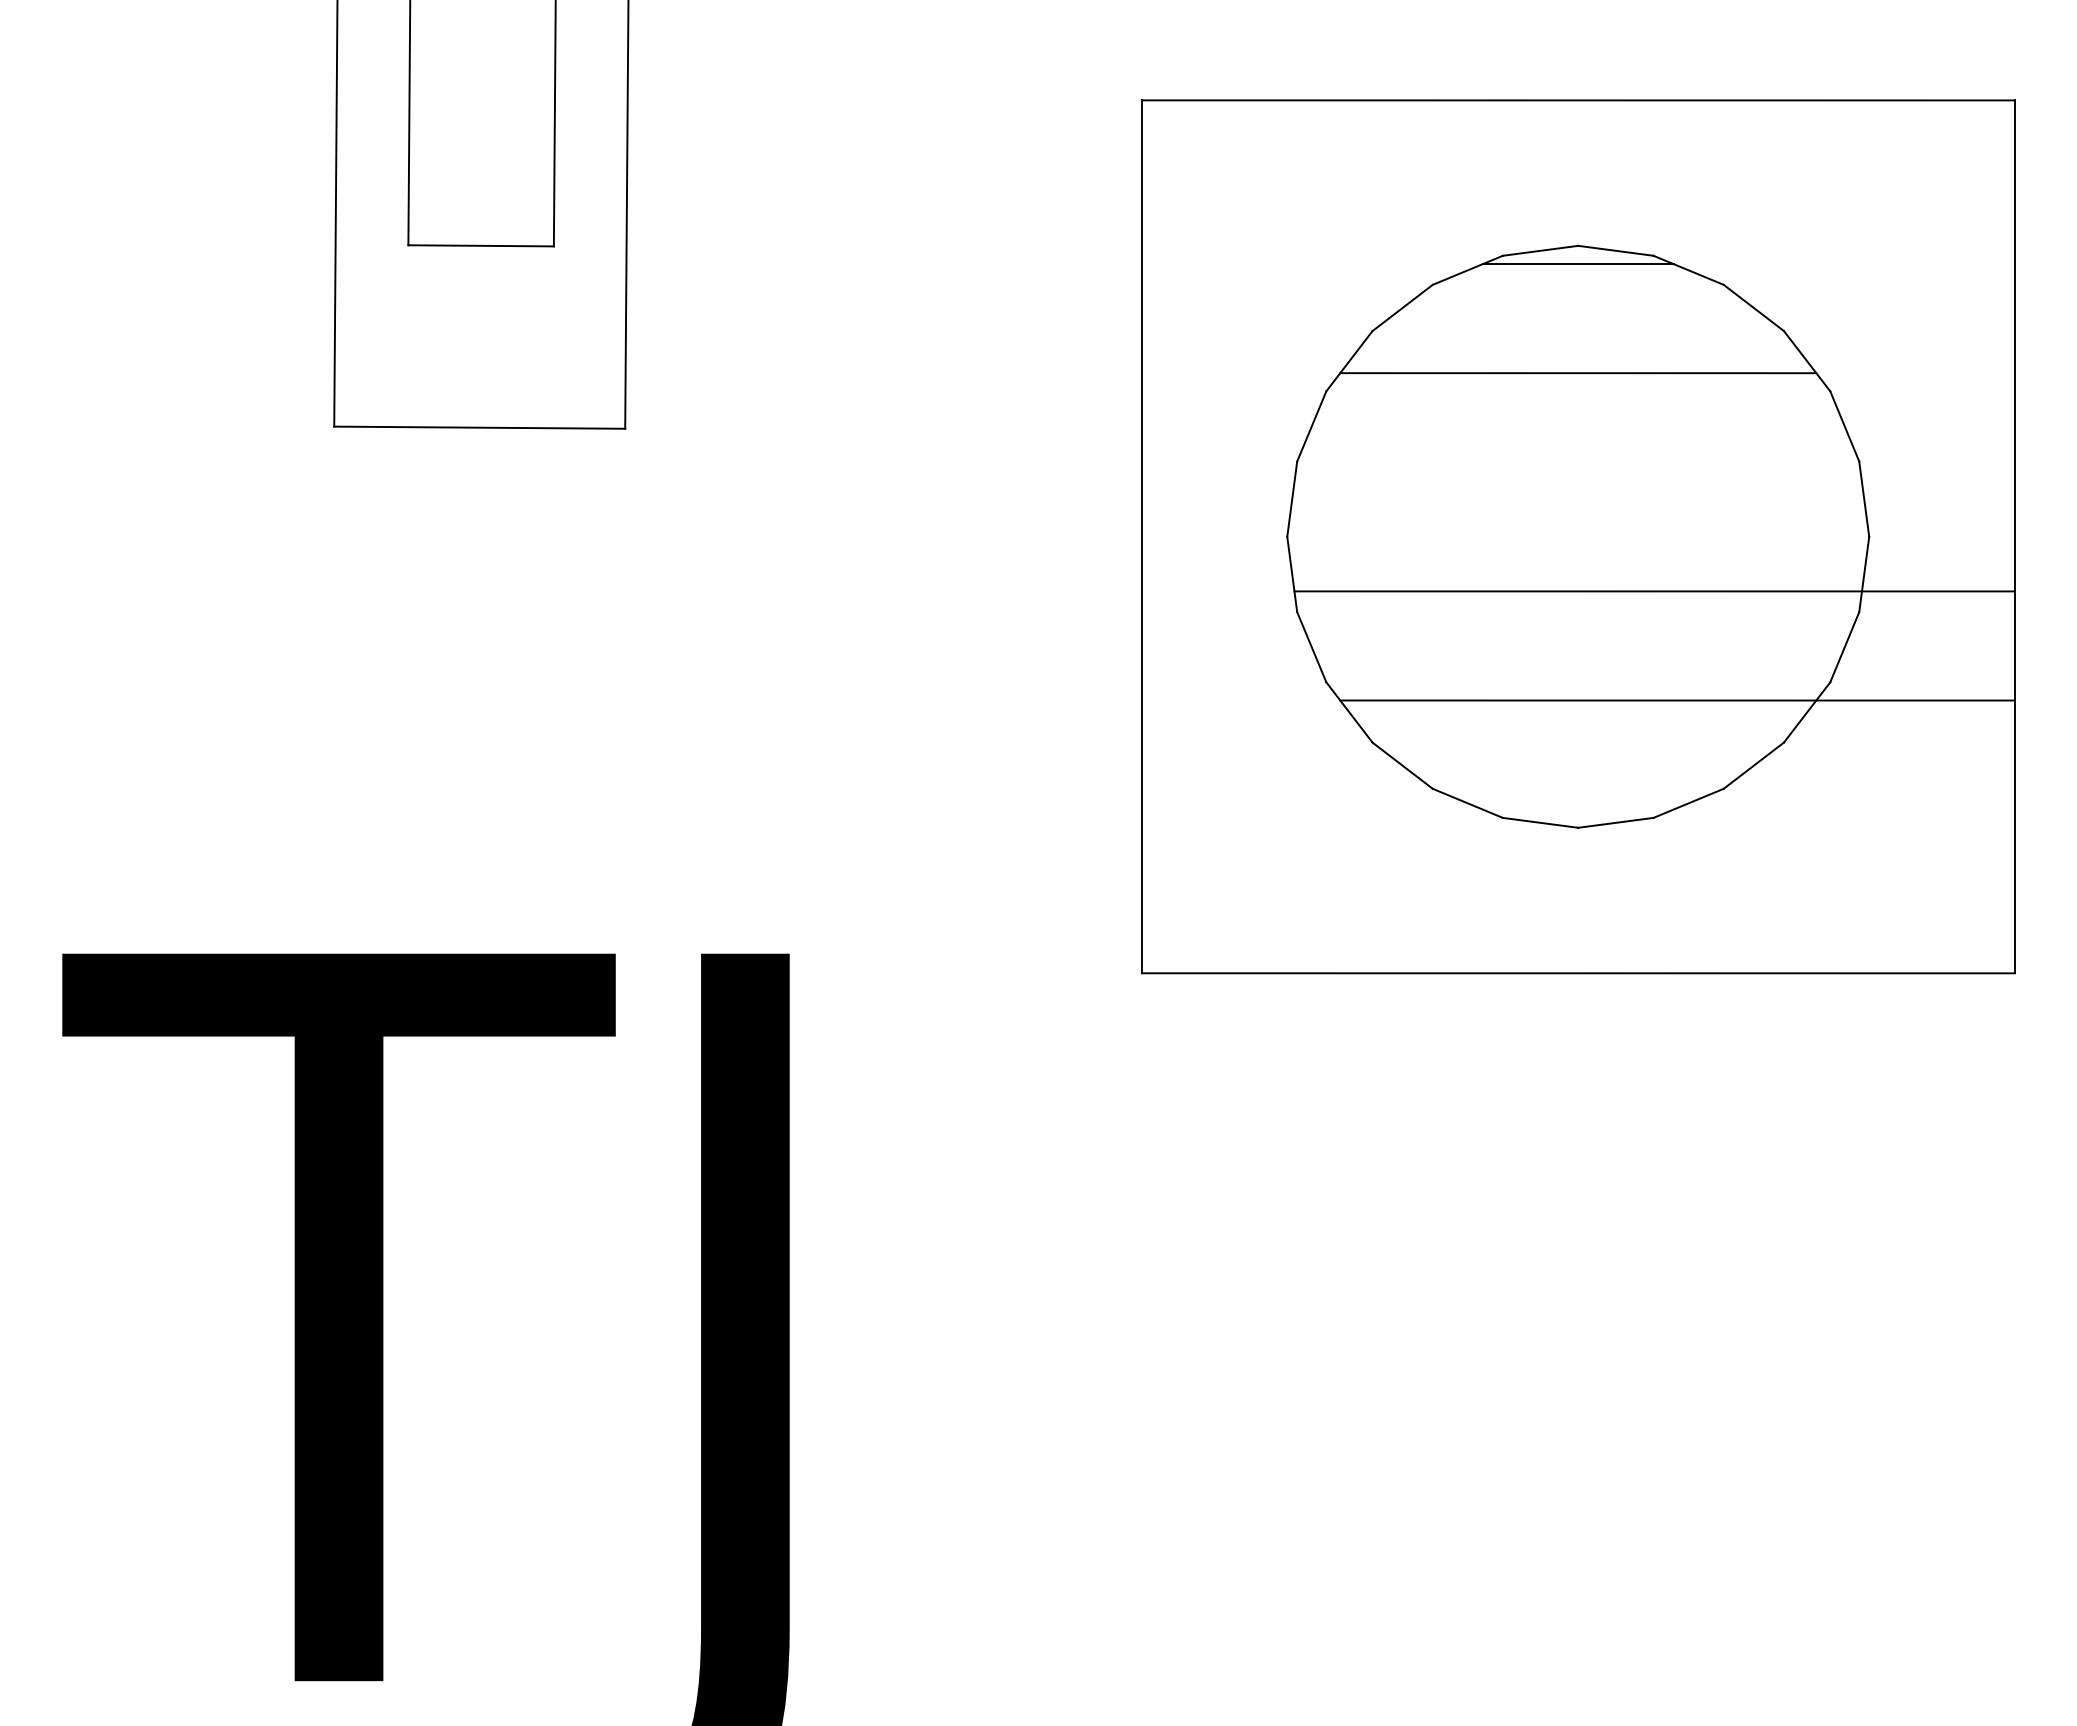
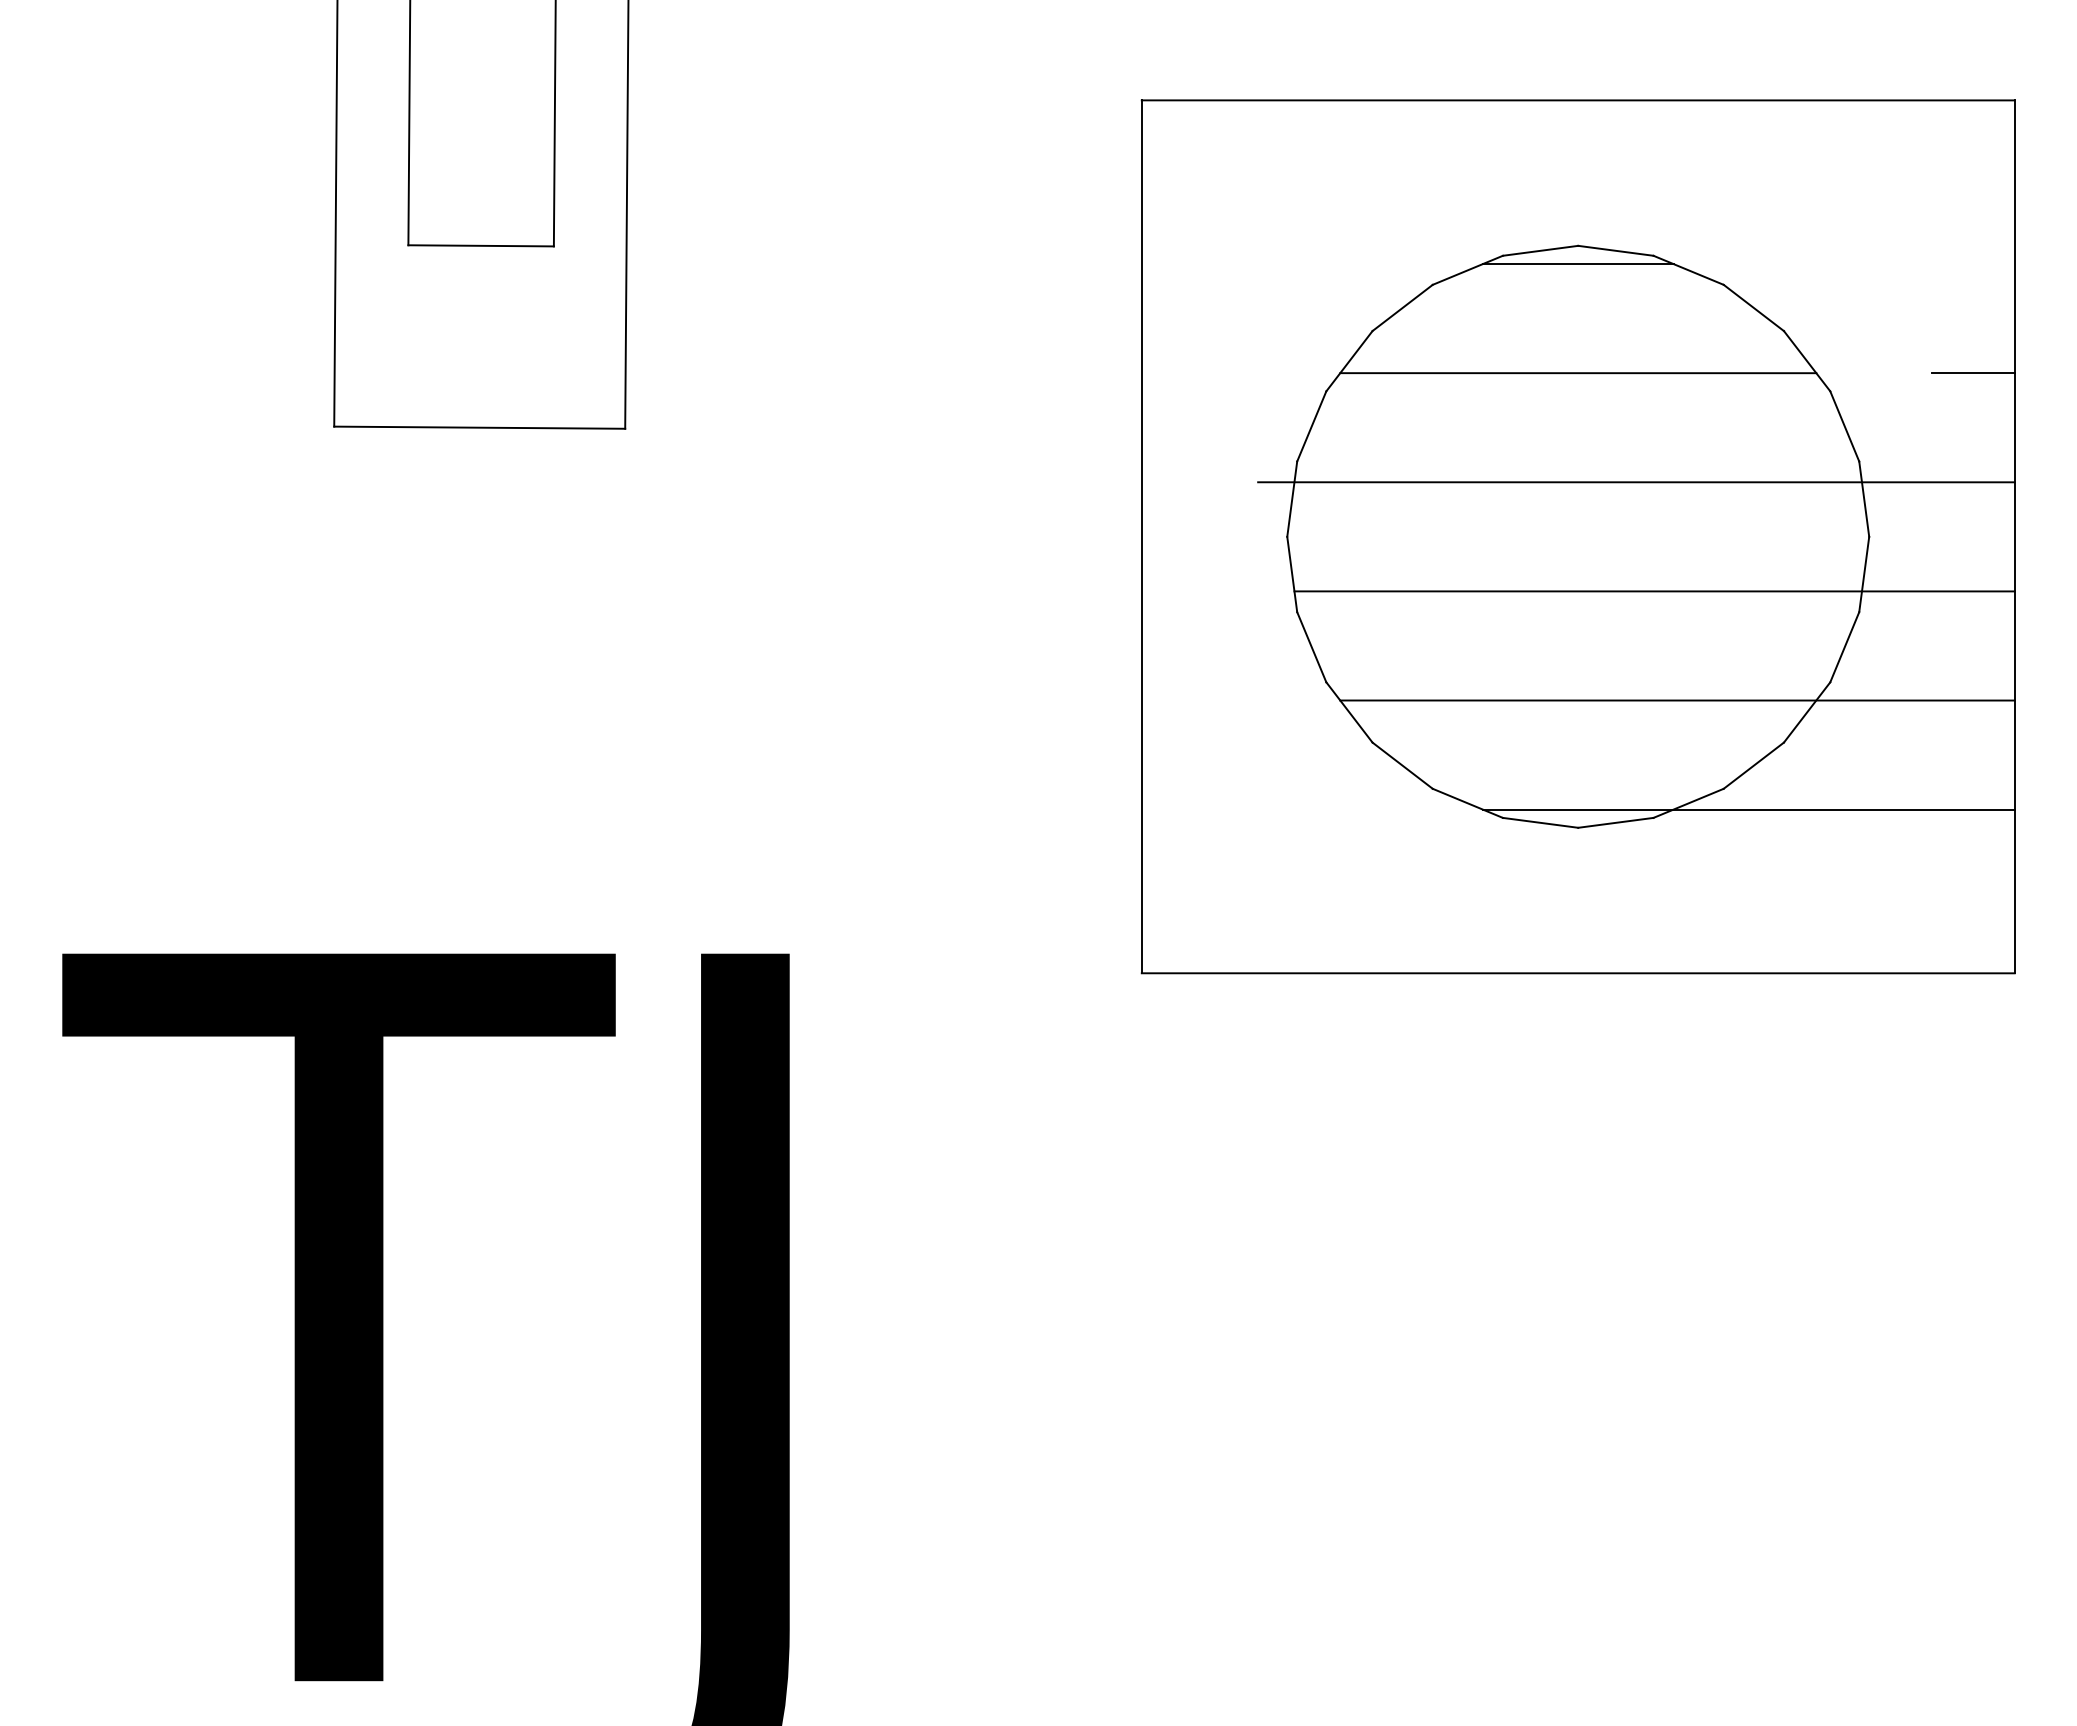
line at (1972, 373): none -> present
line at (1636, 482): none -> present
line at (1748, 809): none -> present
